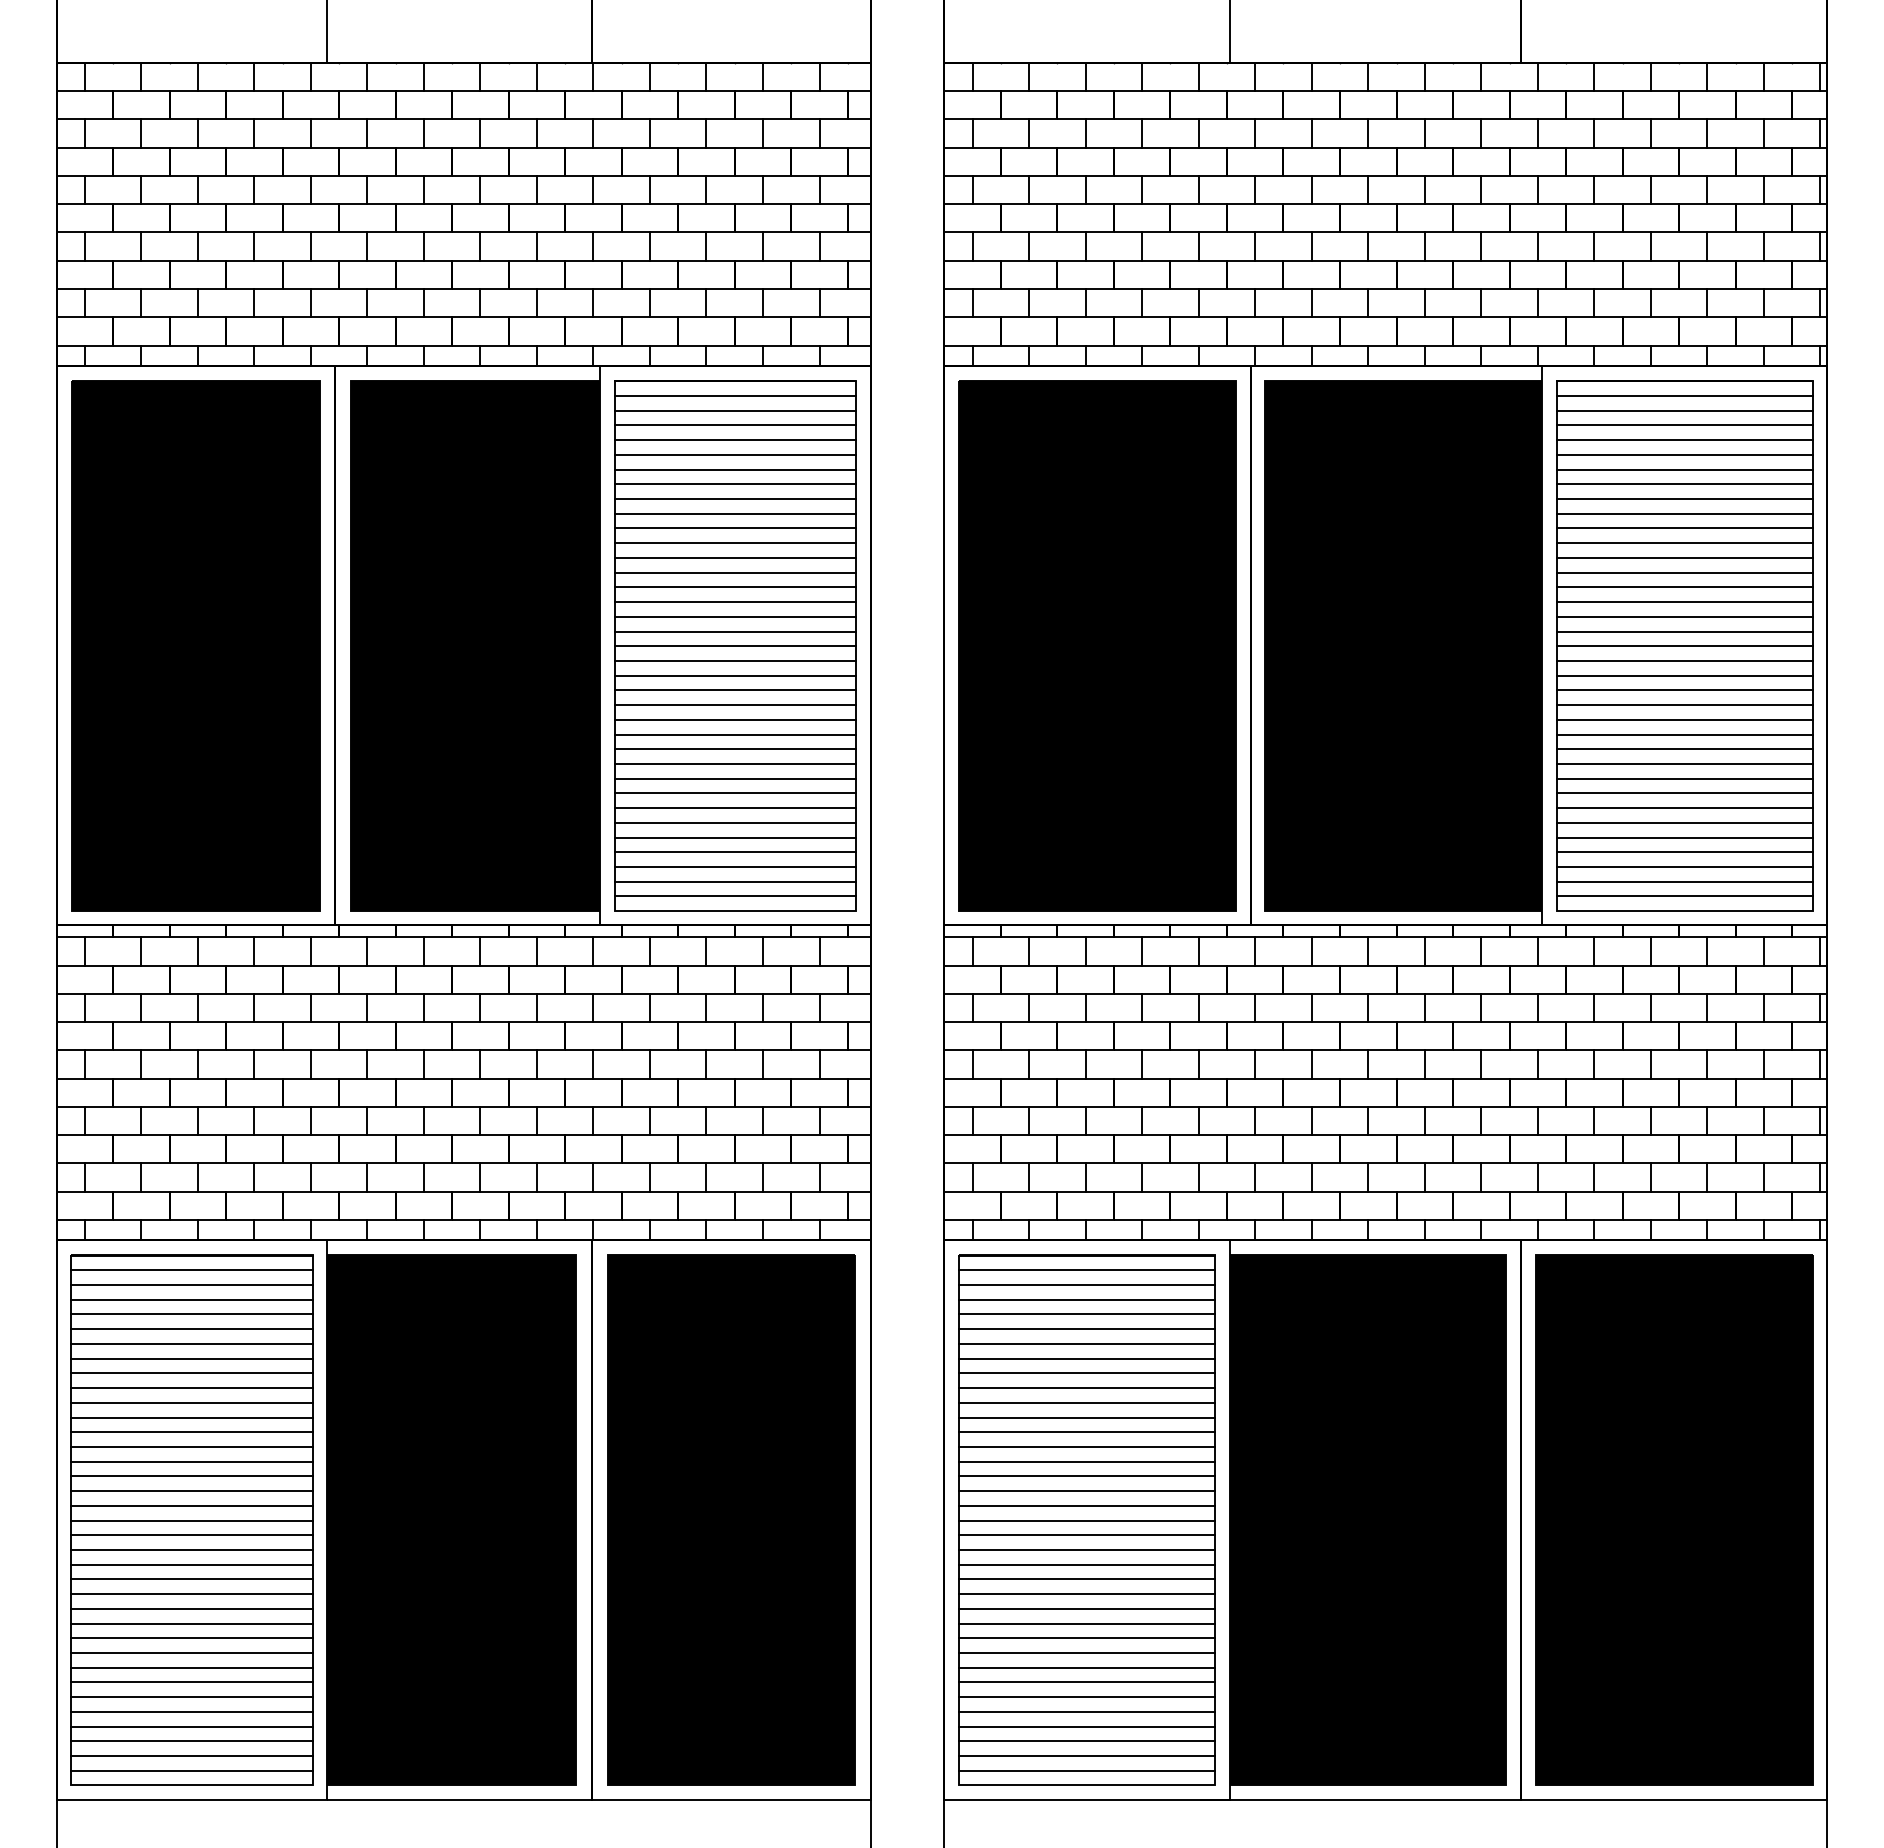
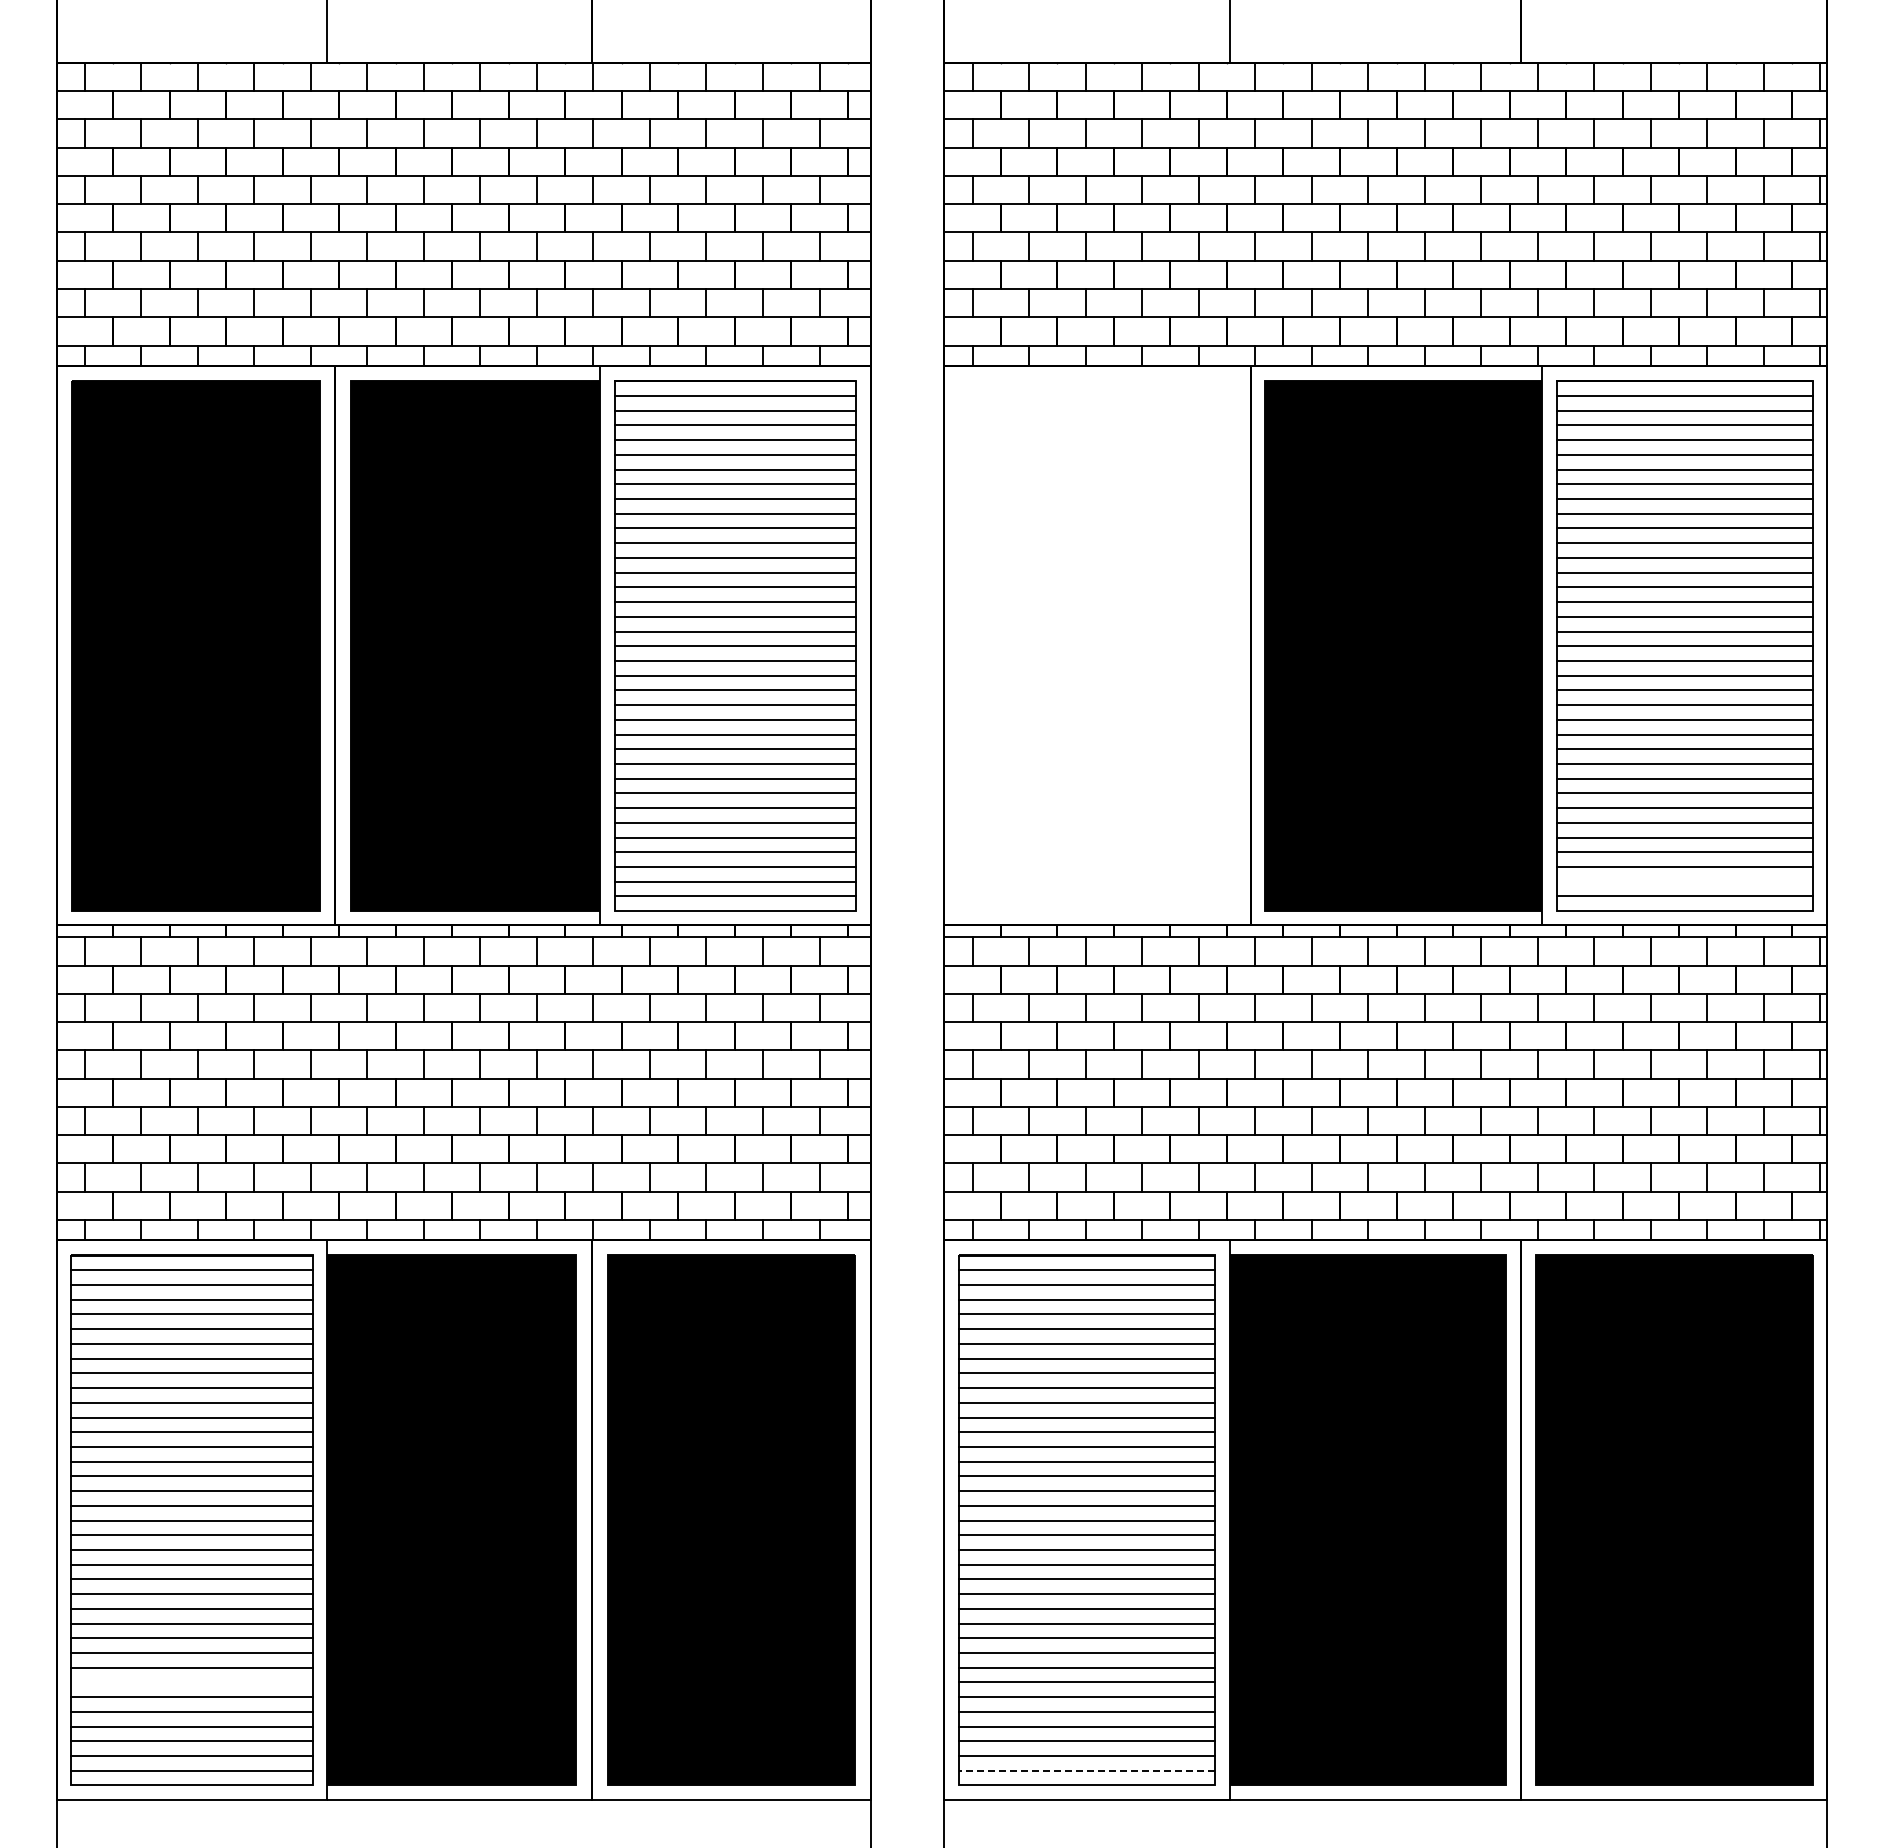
part at (1097, 645): present -> none
line at (1684, 881): present -> none
line at (191, 1682): present -> none
line at (1086, 1770): solid -> dashed
